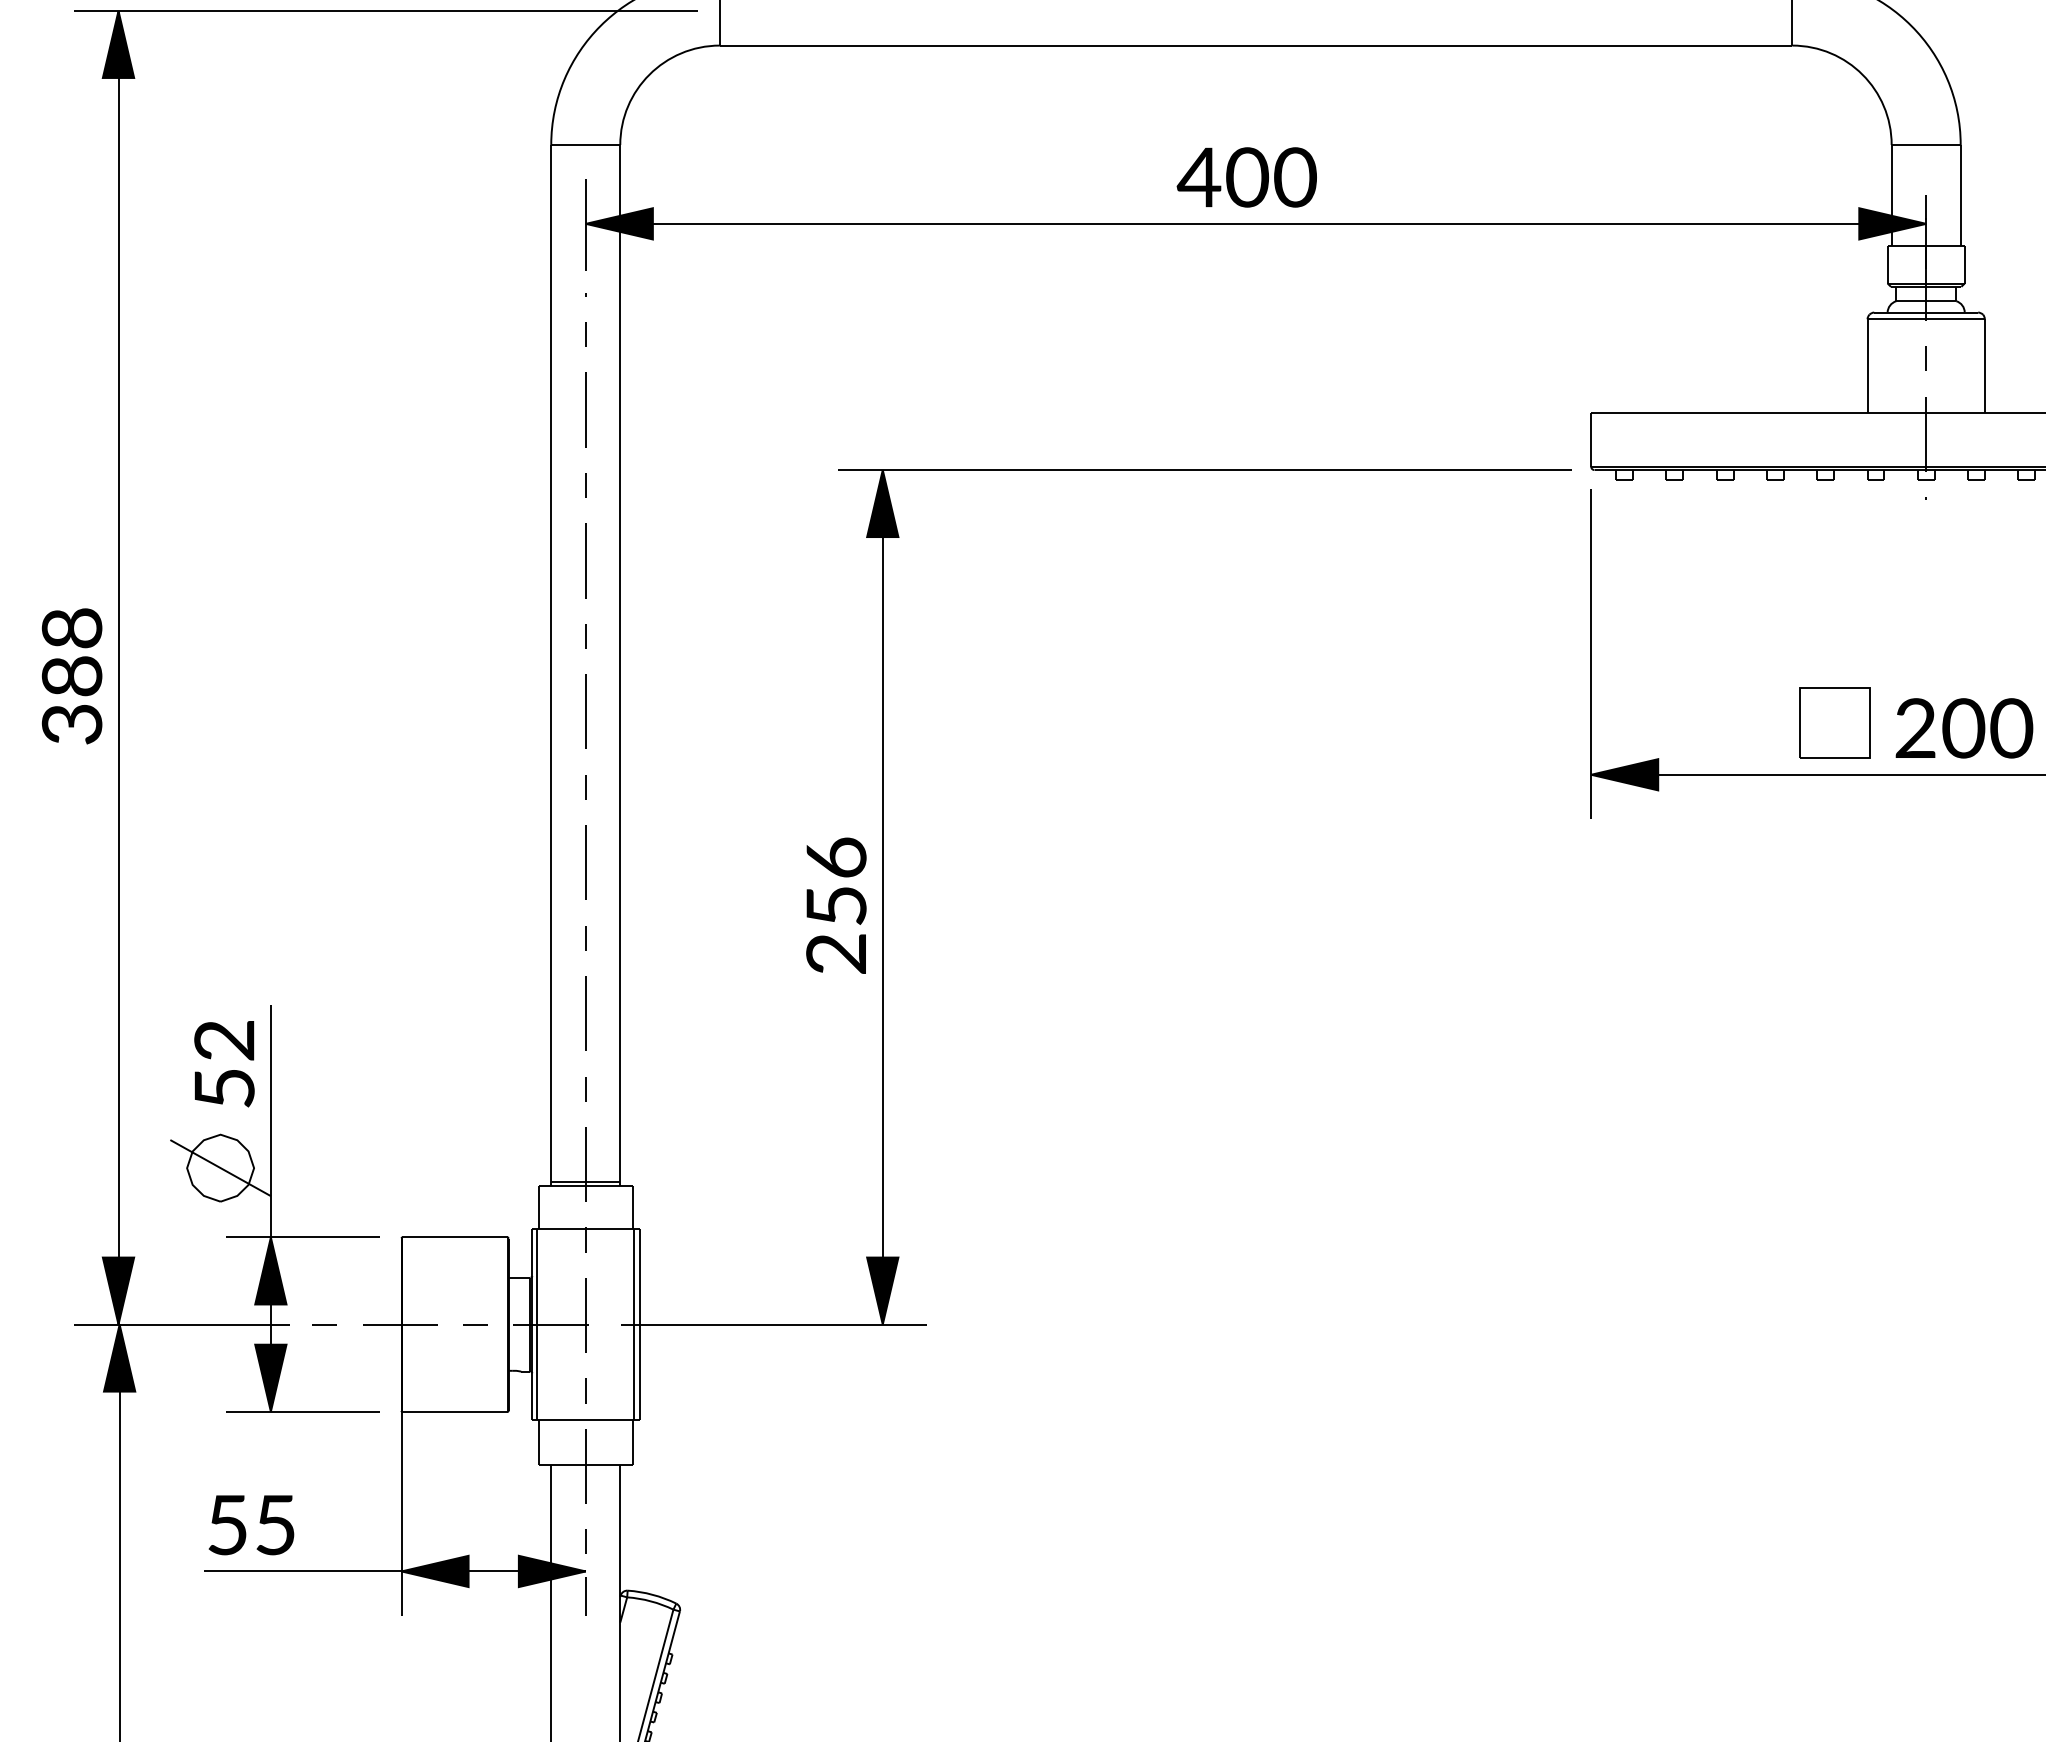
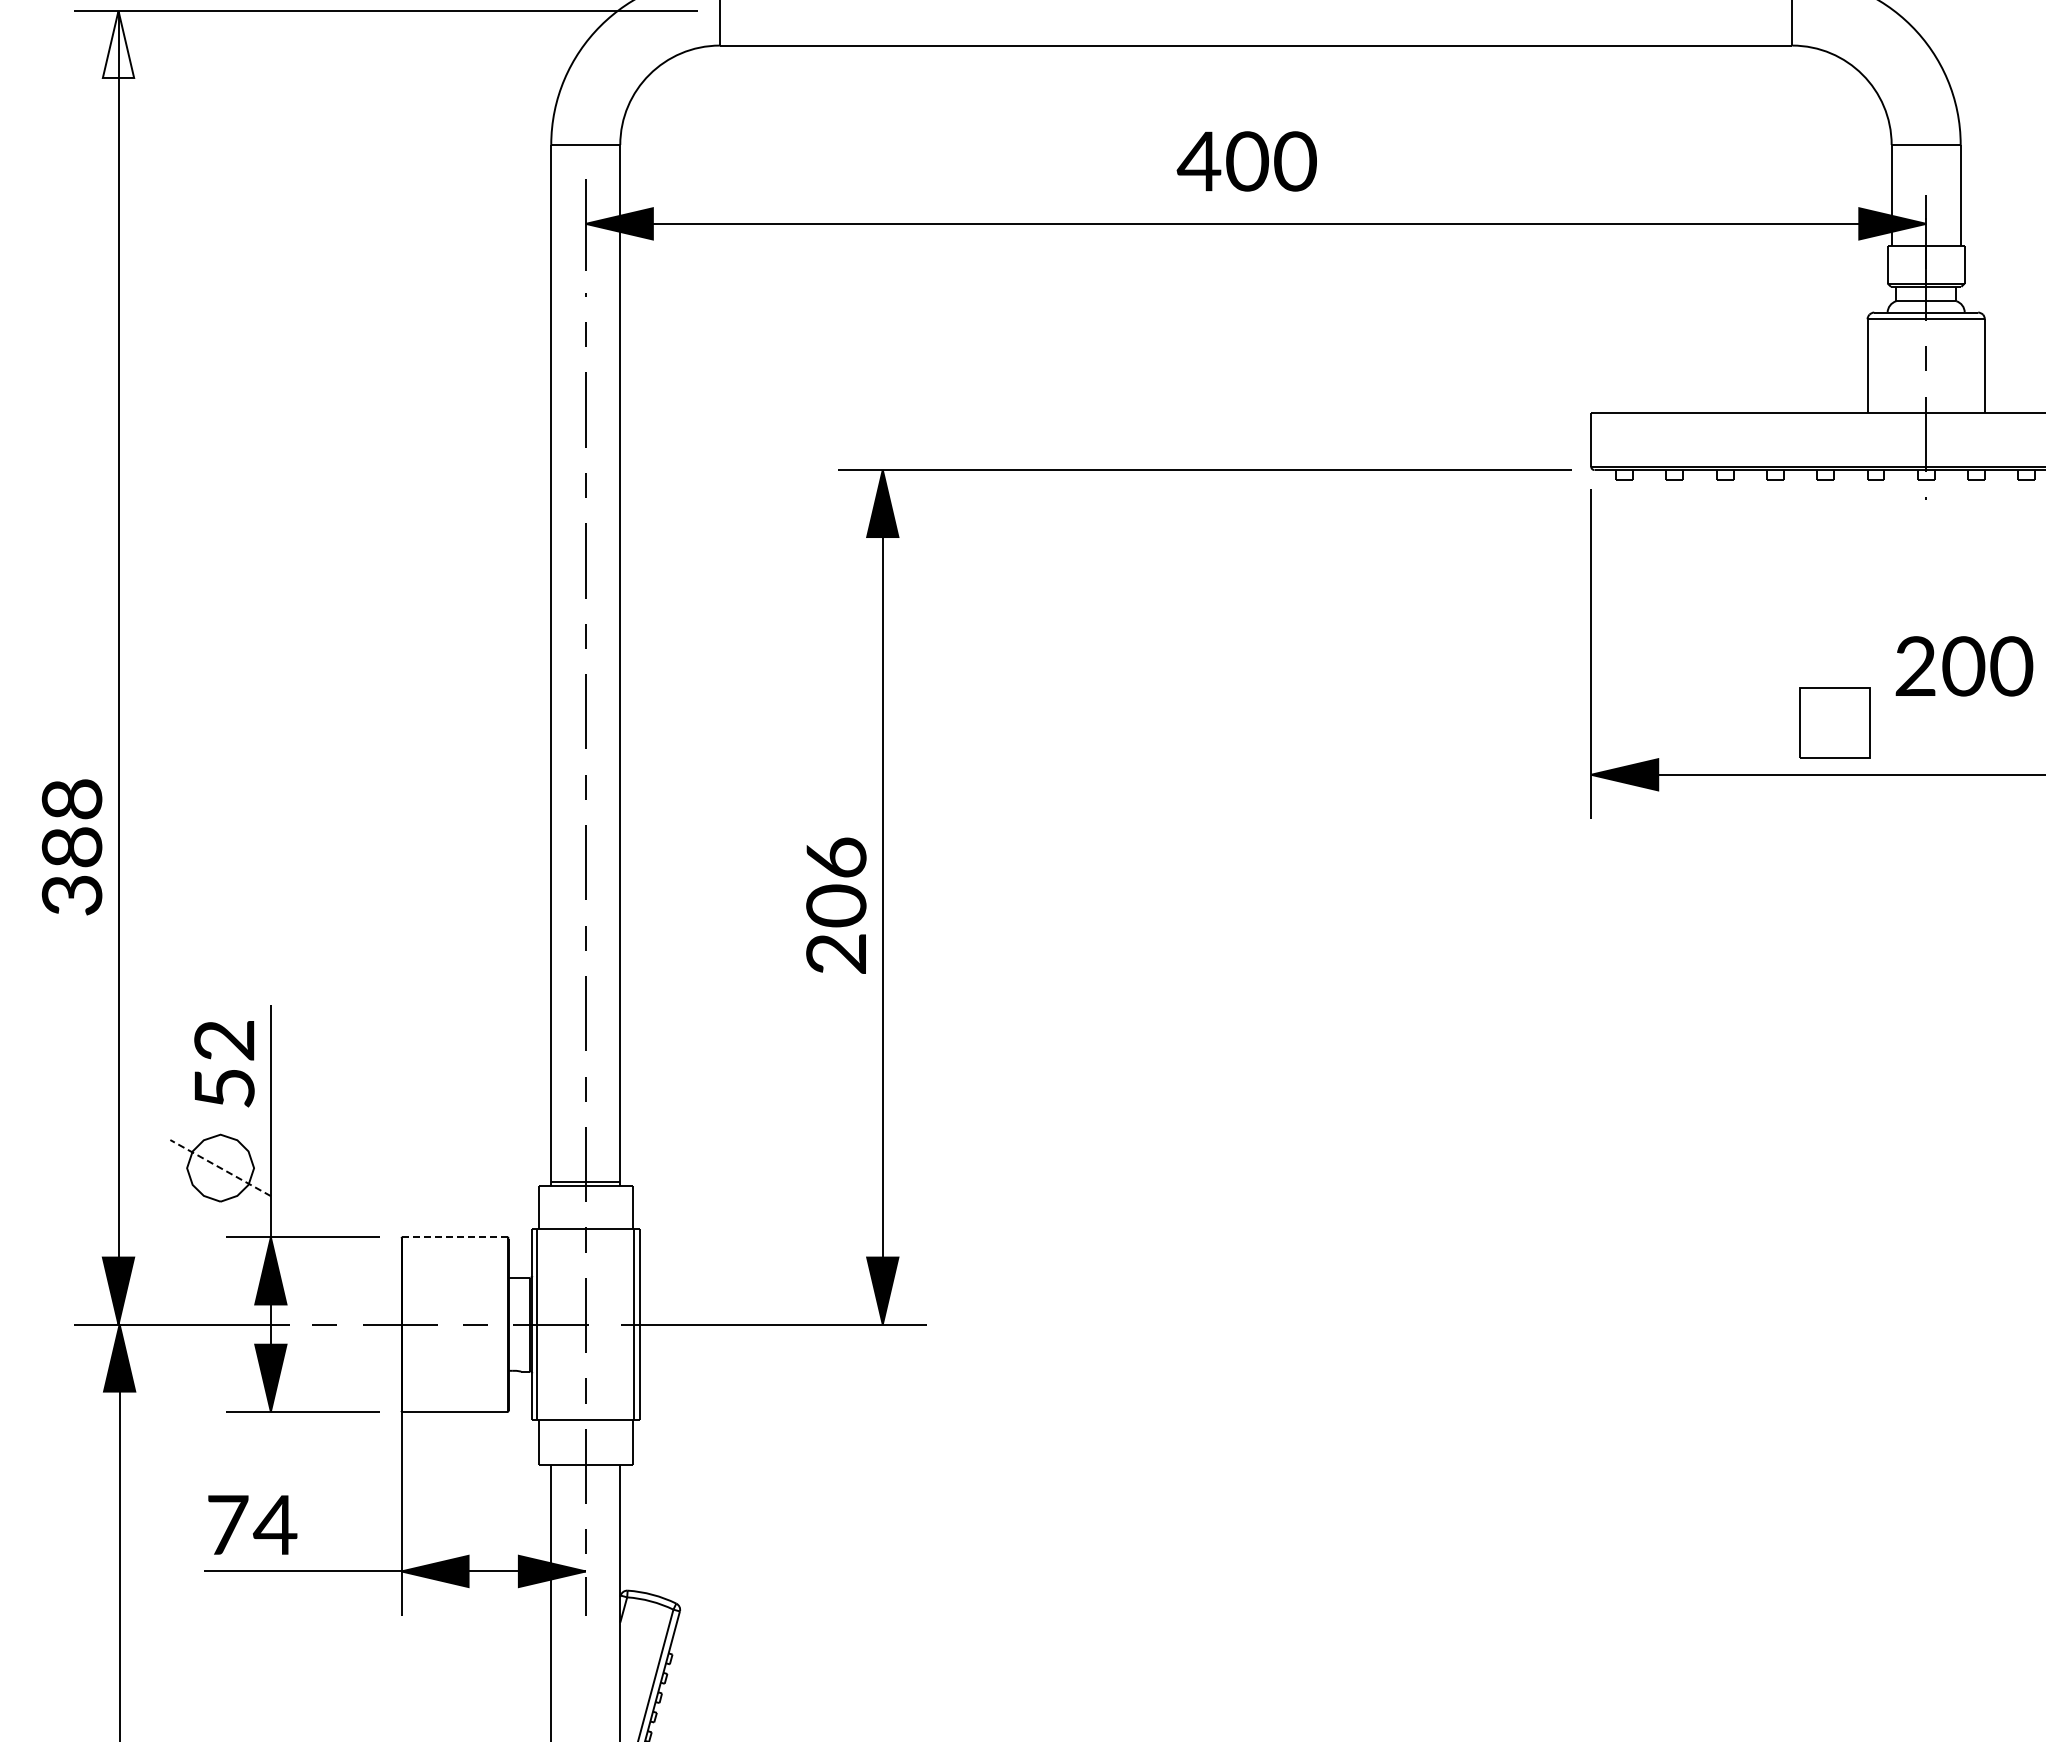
fill at (118, 43): present -> none
text at (1246, 177) position: (1246, 177) -> (1246, 161)
text at (71, 676) position: (71, 676) -> (71, 847)
text at (1964, 728) position: (1964, 728) -> (1964, 666)
text at (836, 905): 256 -> 206
line at (220, 1168): solid -> dashed
line at (454, 1237): solid -> dashed
text at (252, 1525): 55 -> 74
